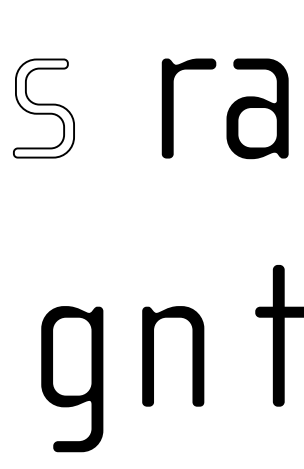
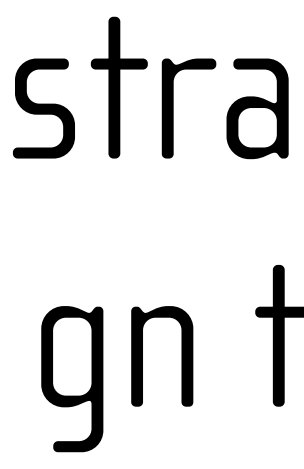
part at (118, 87): none -> present
fill at (43, 108): none -> present
part at (192, 356) position: (192, 356) -> (181, 356)
